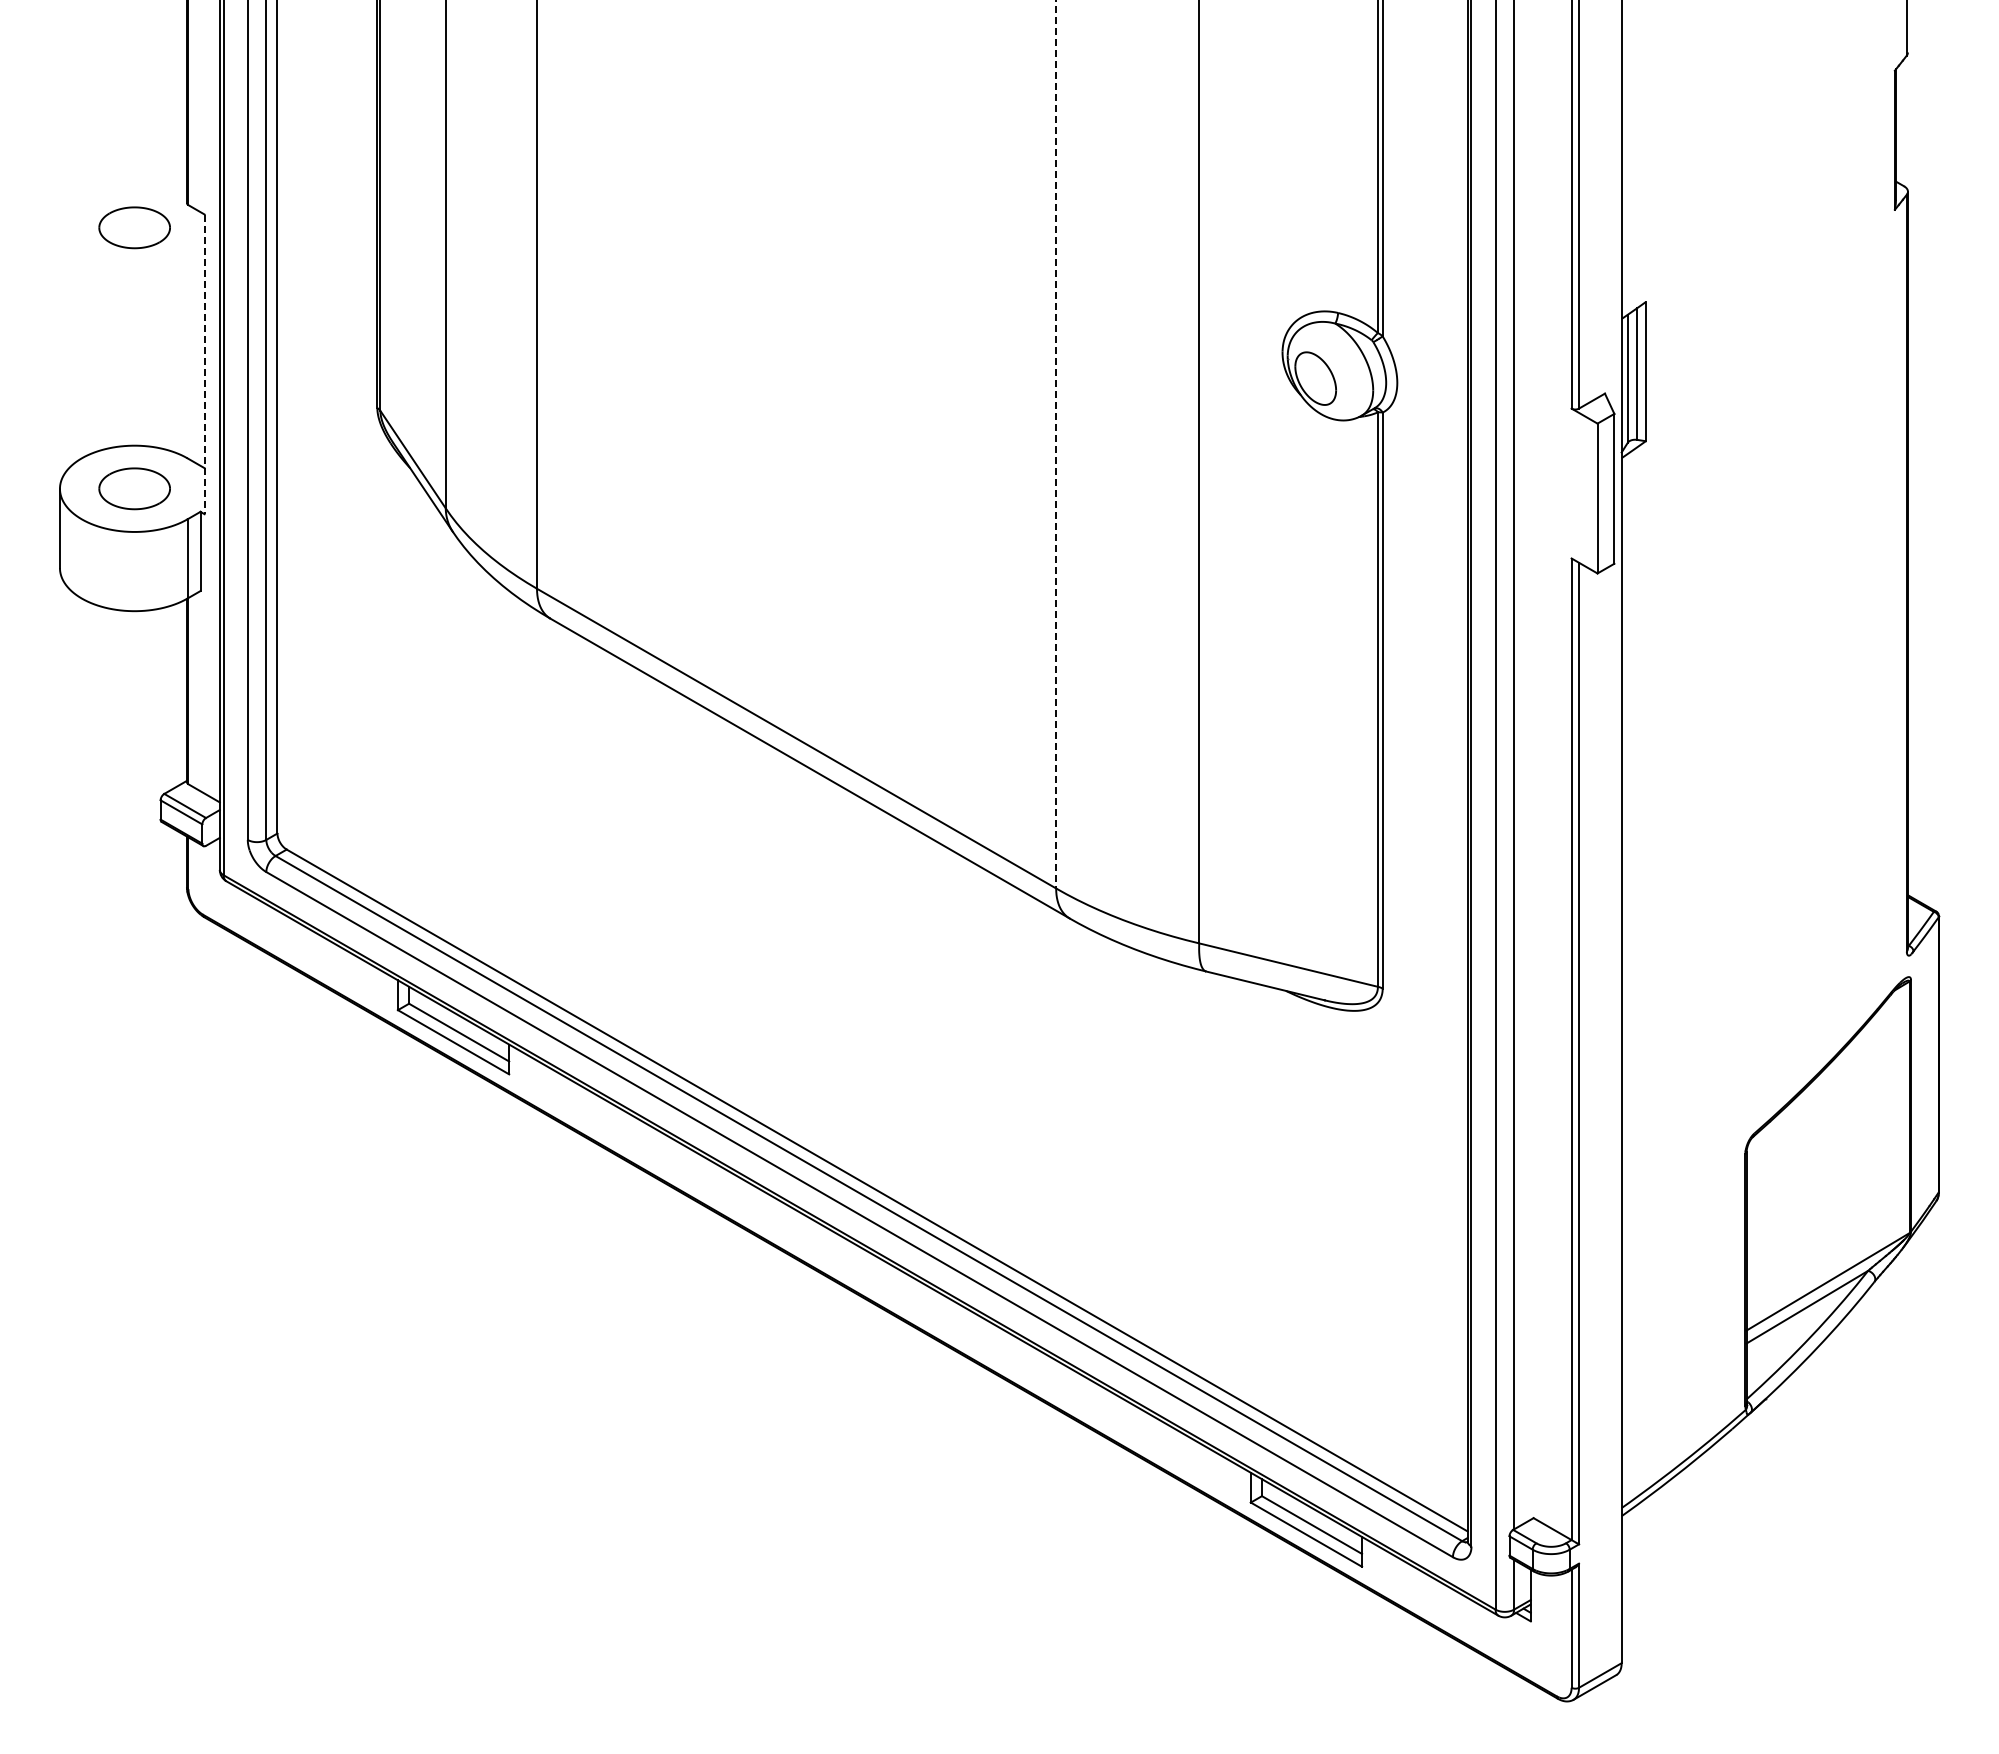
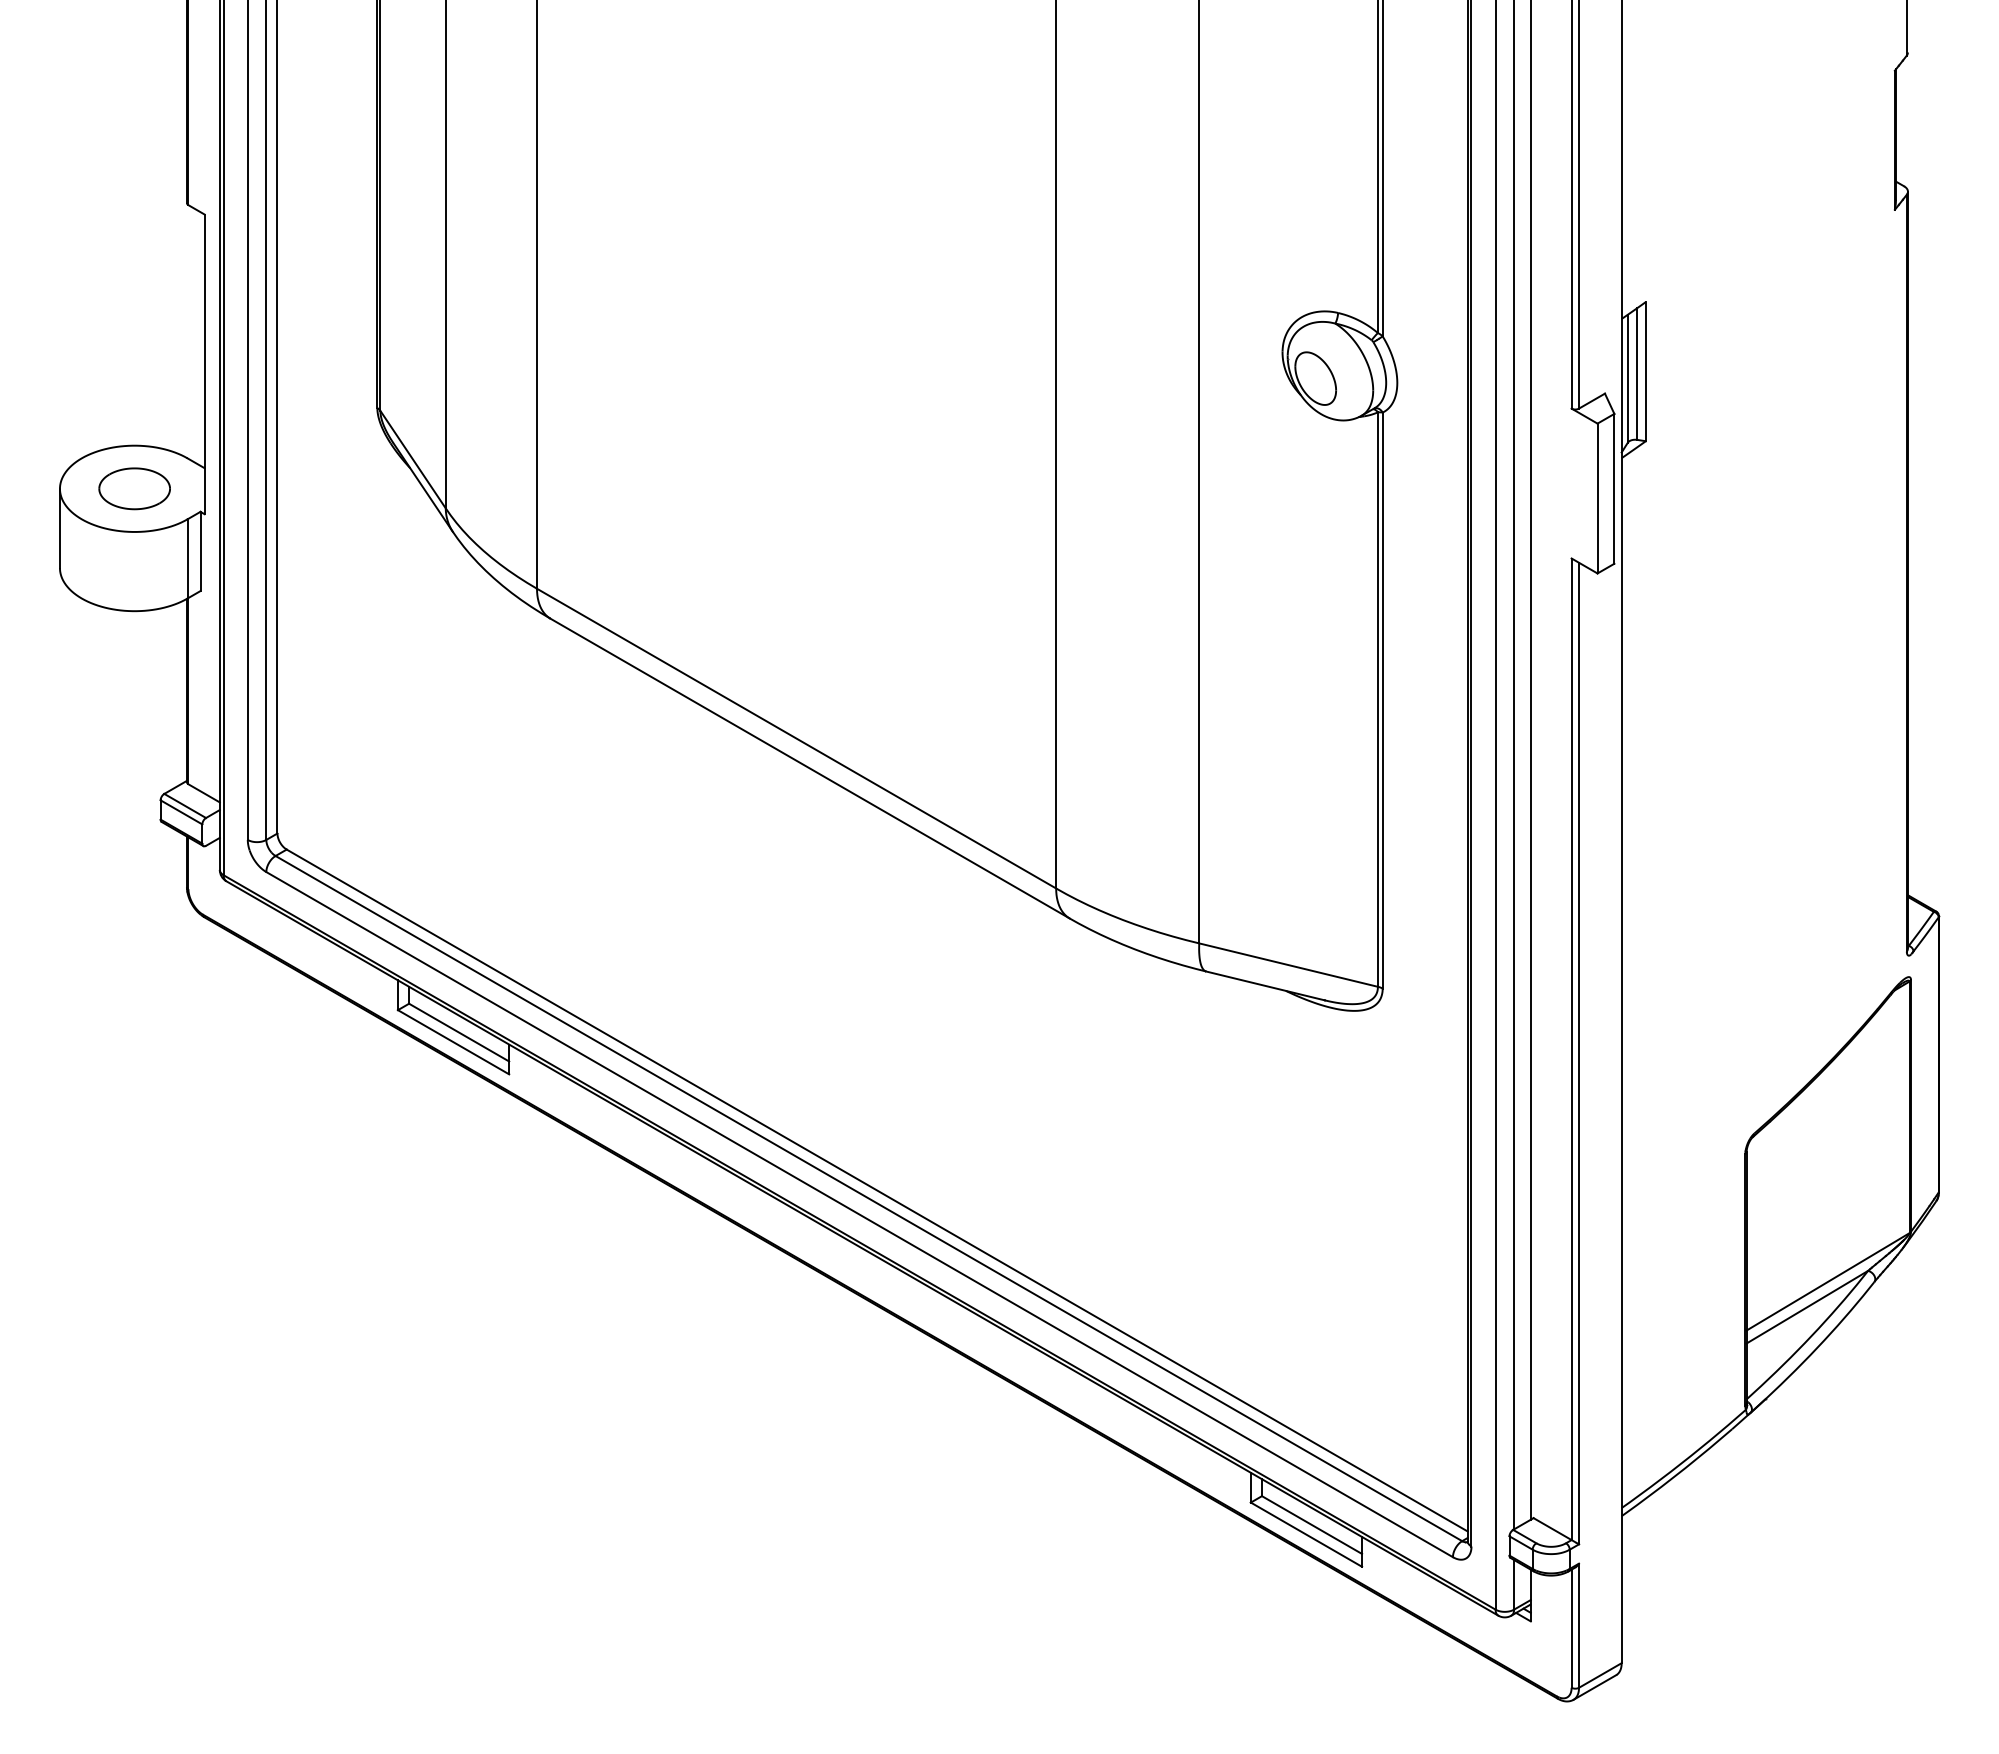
part at (134, 227): present -> none
line at (204, 364): dashed -> solid
line at (1056, 444): dashed -> solid
line at (1530, 760): none -> present
